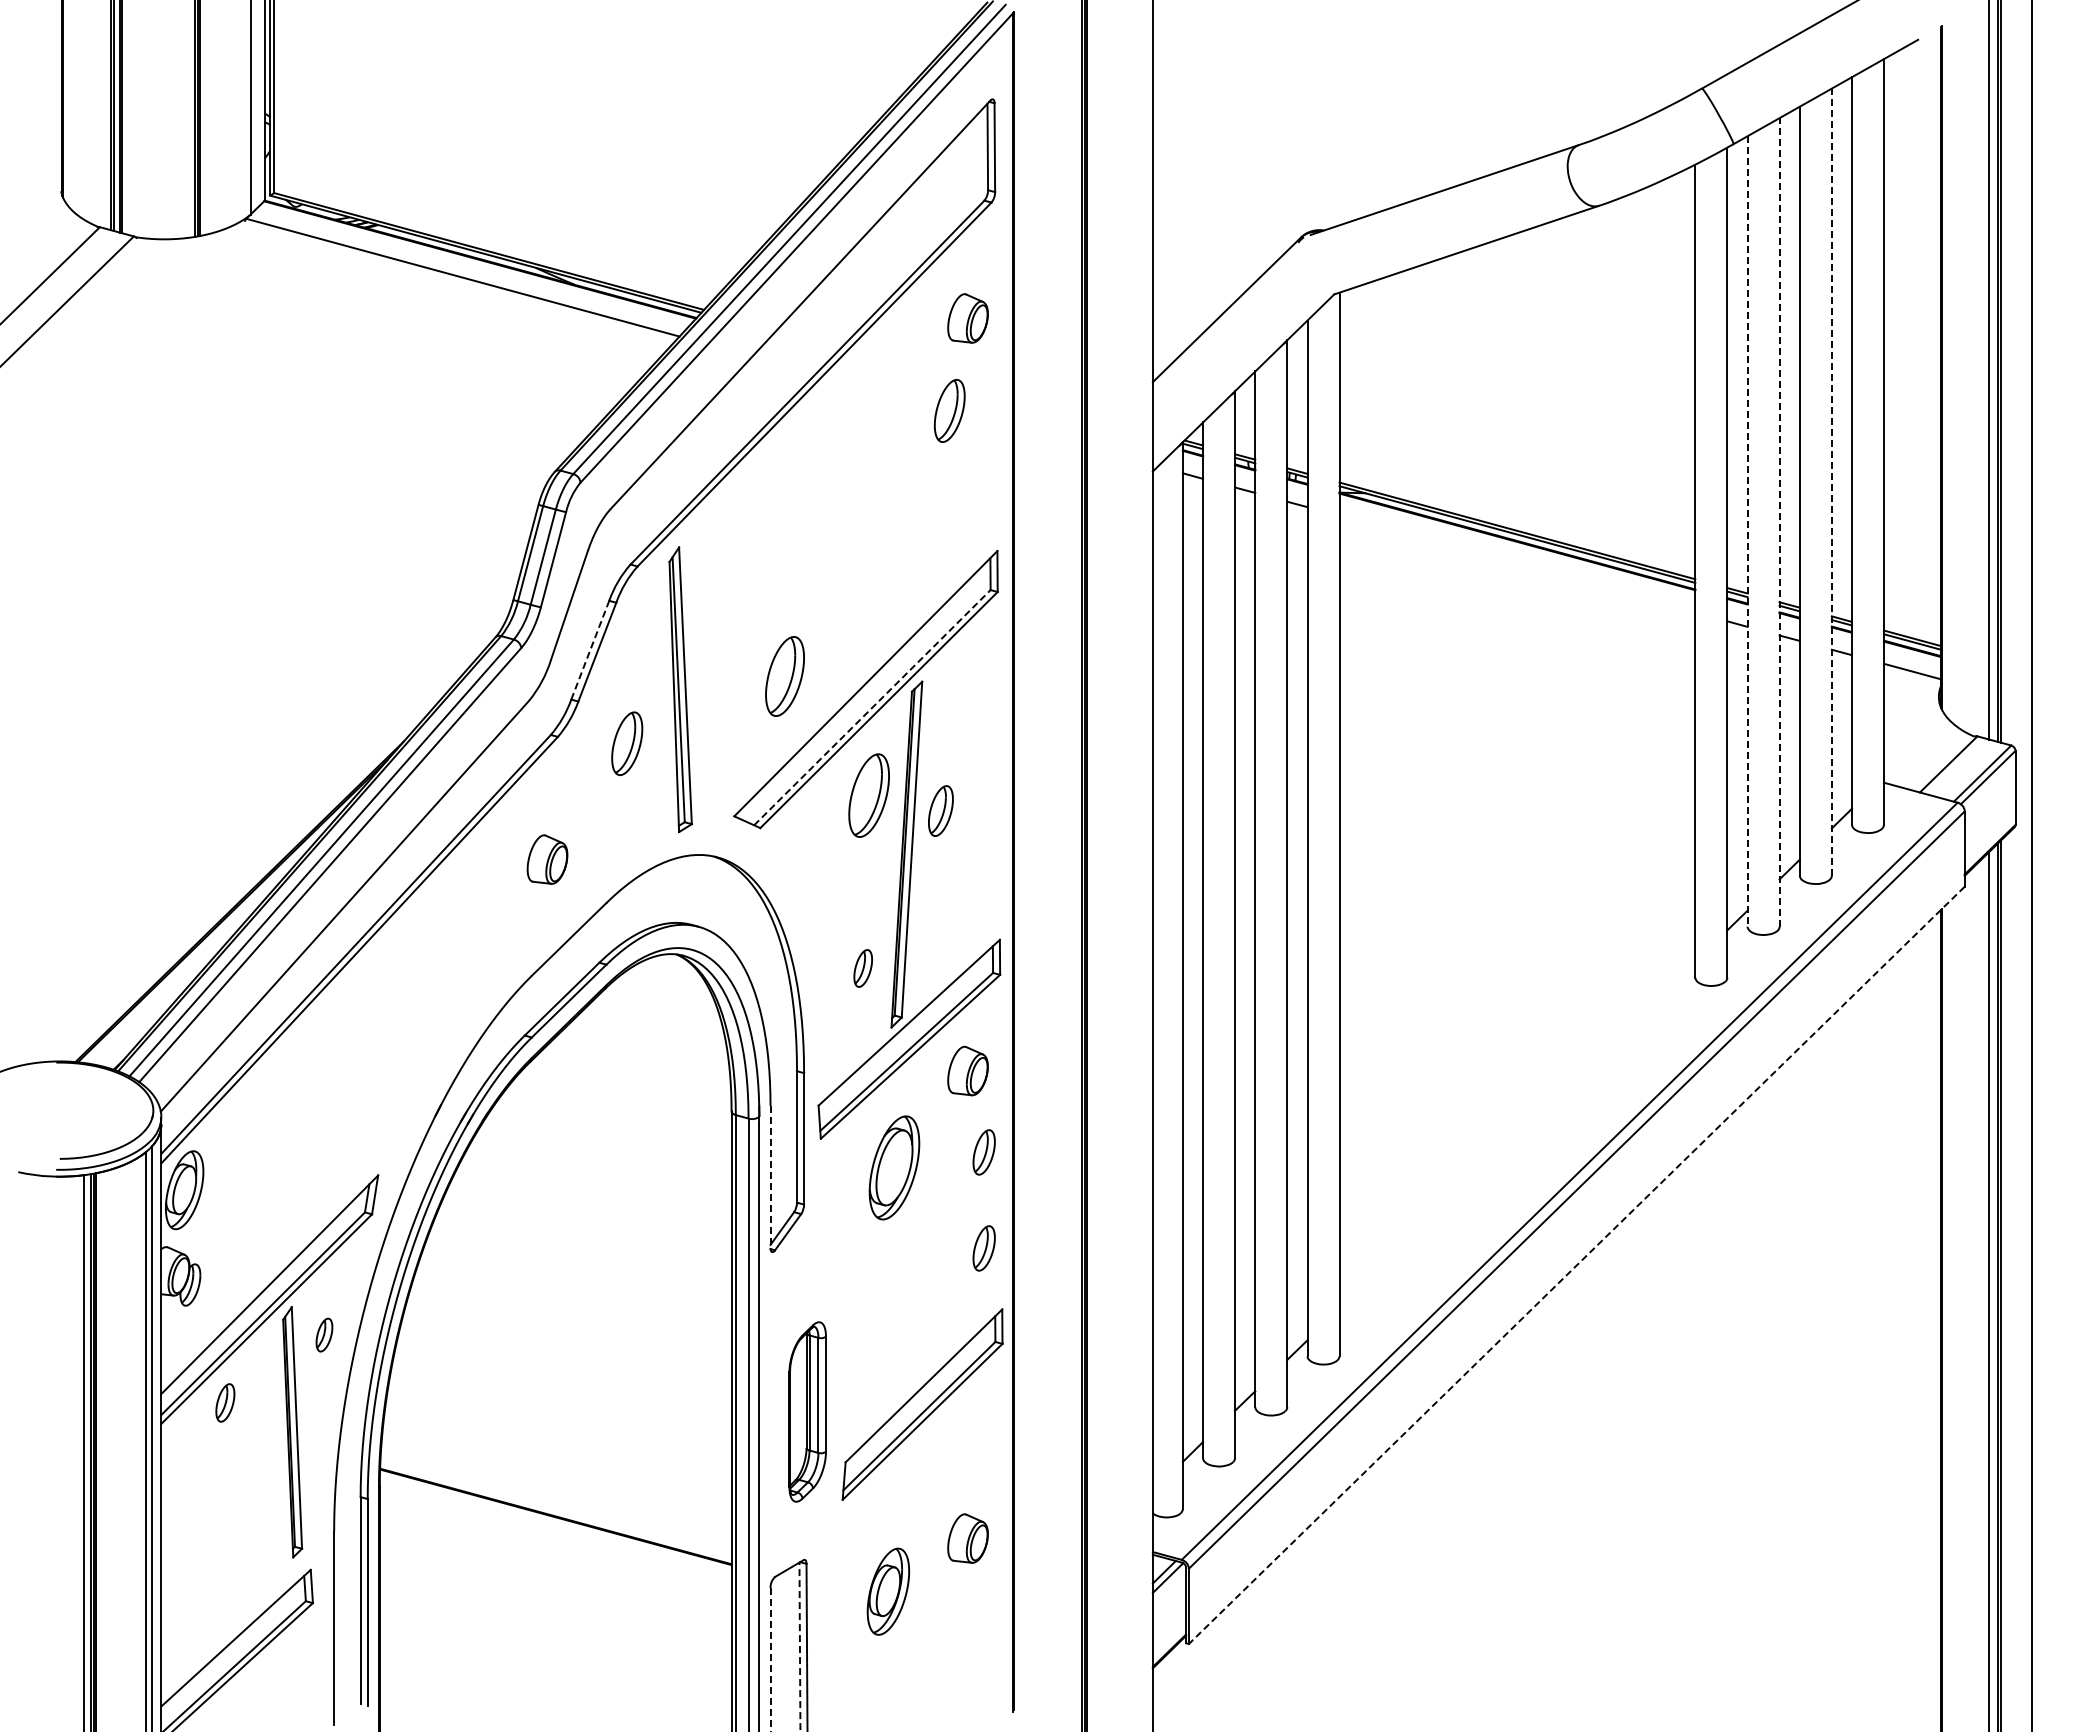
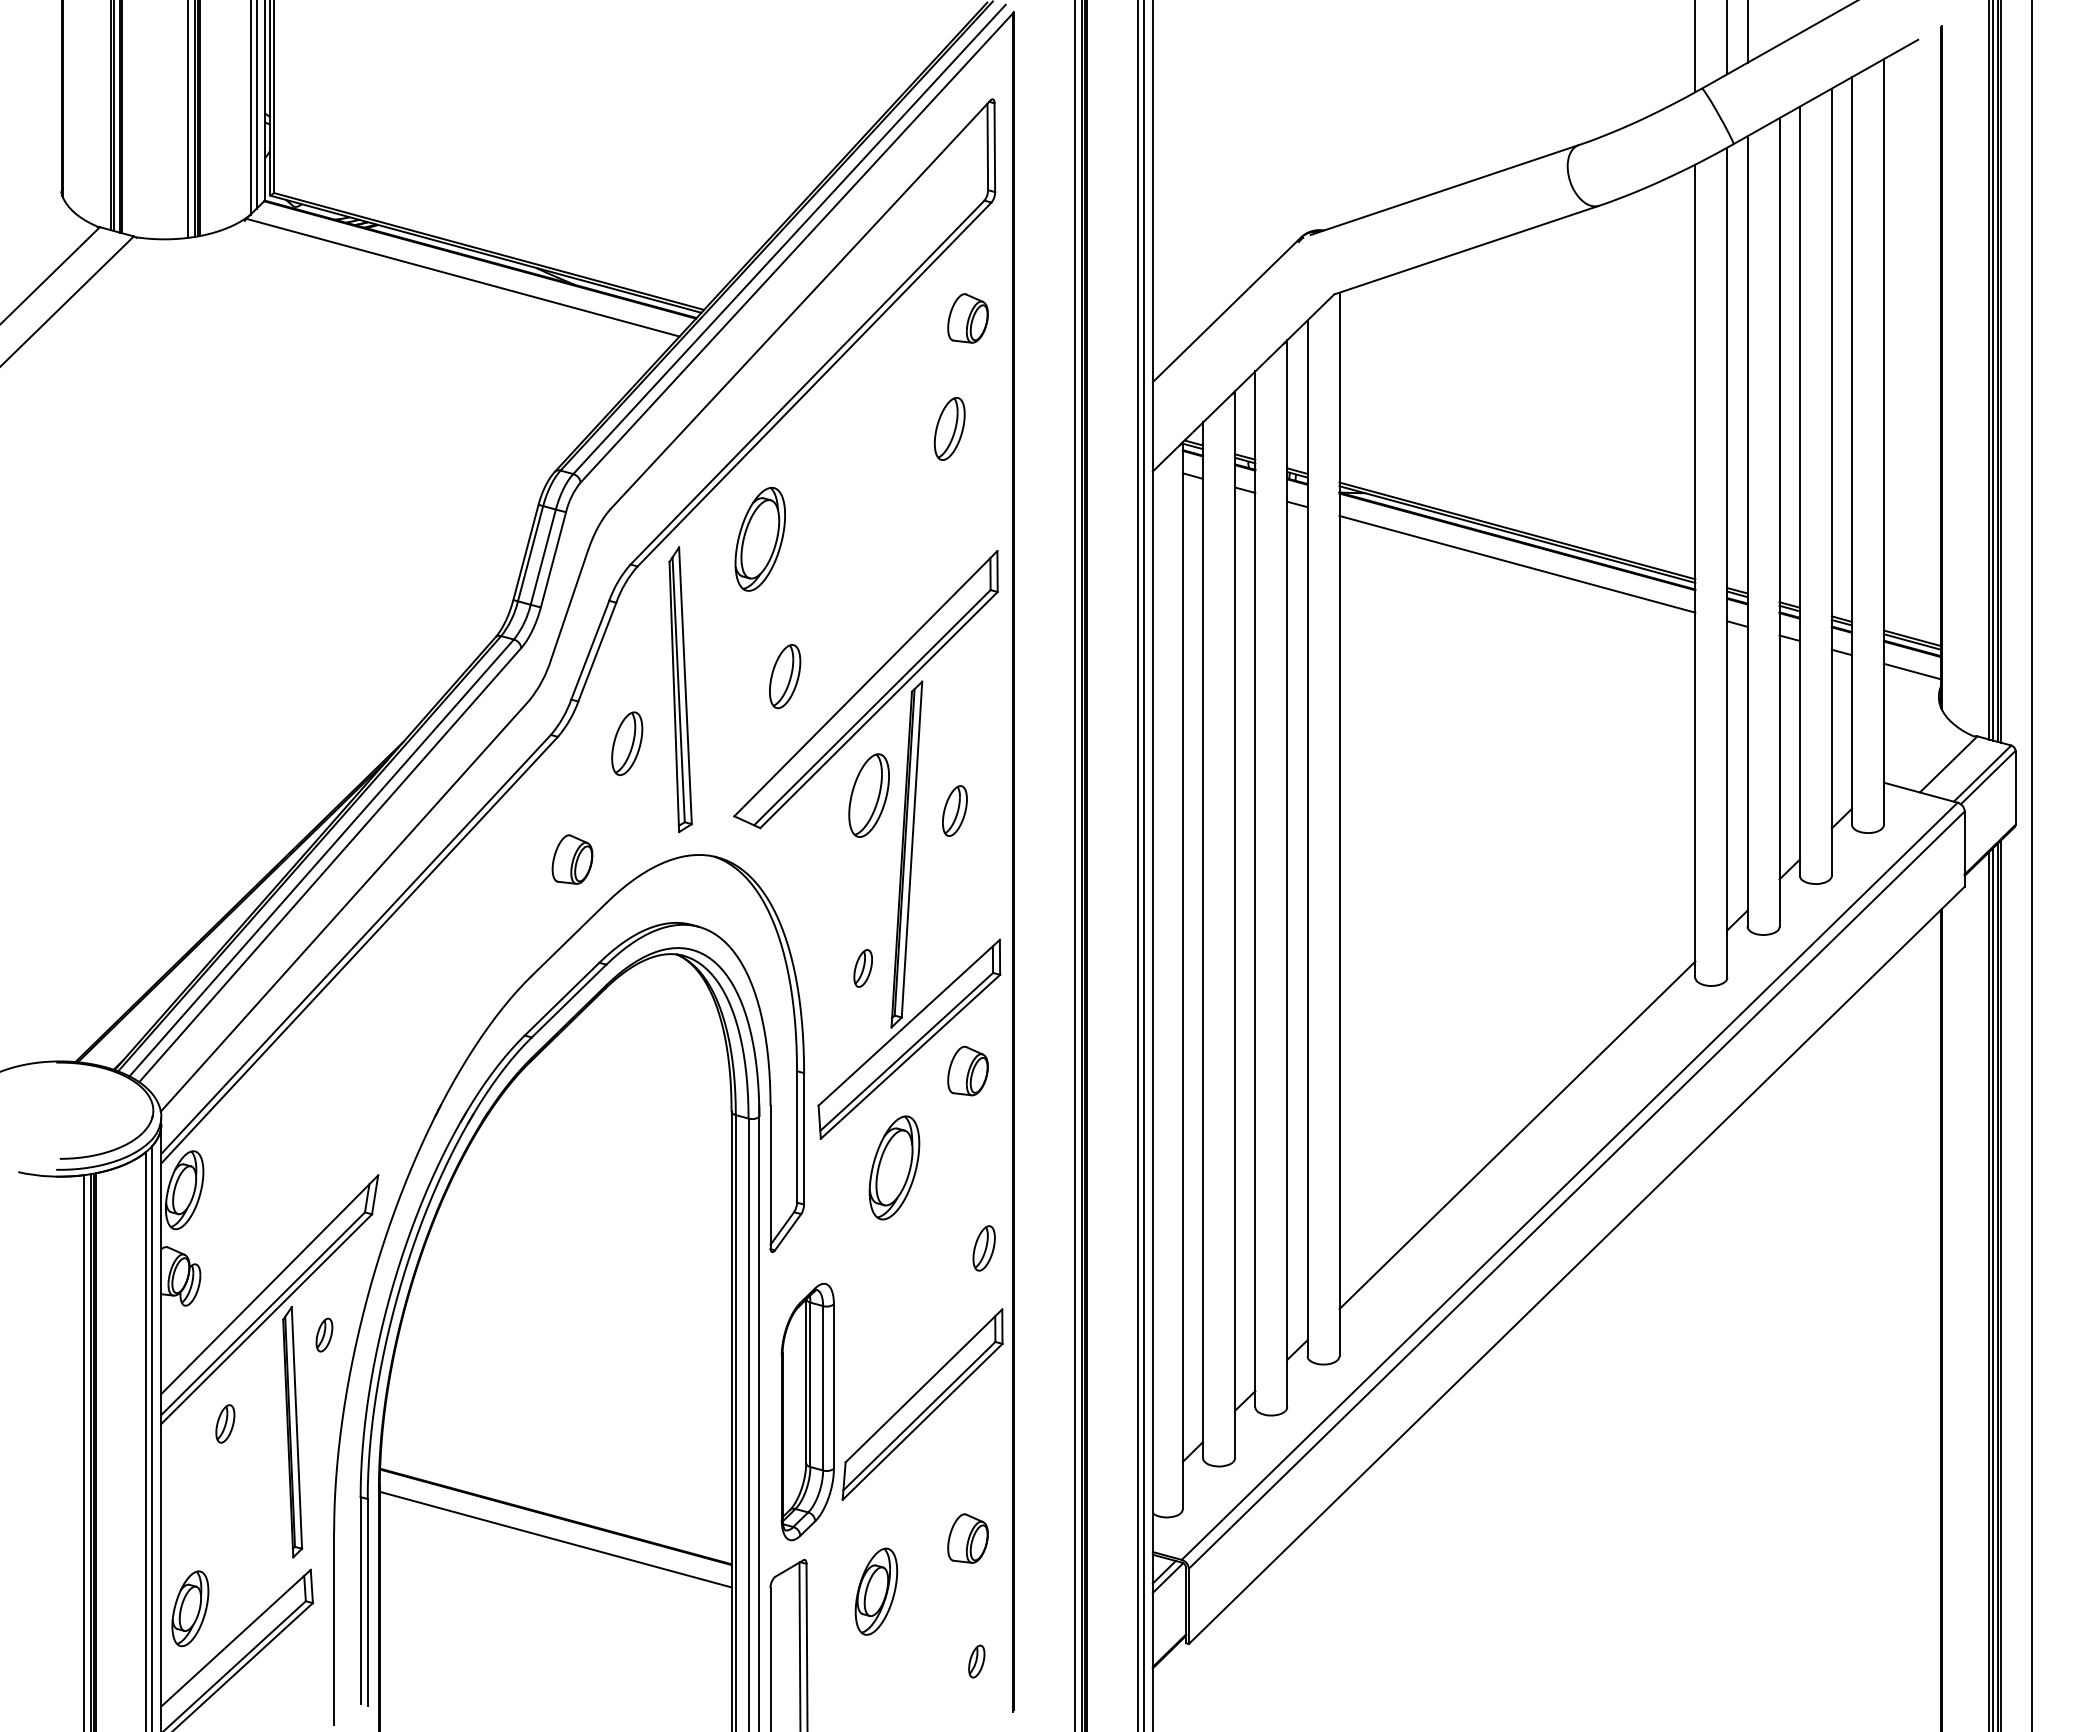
line at (1747, 32): none -> present
line at (1727, 38): none -> present
line at (1695, 47): none -> present
line at (256, 105): none -> present
line at (187, 119): none -> present
line at (1992, 371): none -> present
part at (949, 410) position: (949, 410) -> (949, 428)
line at (1831, 482): dashed -> solid
line at (1779, 521): dashed -> solid
line at (1747, 531): dashed -> solid
part at (759, 538): none -> present
line at (1517, 563): none -> present
line at (590, 650): dashed -> solid
part at (784, 676) size: 40x81 px -> 33x66 px
line at (872, 707): dashed -> solid
part at (940, 810) position: (940, 810) -> (954, 810)
part at (547, 859) position: (547, 859) -> (572, 859)
line at (1075, 865): none -> present
line at (1137, 865): none -> present
line at (1143, 865): none -> present
line at (1517, 1135): none -> present
part at (983, 1152): present -> none
line at (770, 1177): dashed -> solid
line at (1576, 1265): dashed -> solid
line at (1992, 1288): none -> present
part at (225, 1402) position: (225, 1402) -> (225, 1423)
part at (807, 1411) size: 39x182 px -> 55x260 px
line at (555, 1539): none -> present
part at (888, 1591) position: (888, 1591) -> (876, 1591)
part at (190, 1608): none -> present
line at (799, 1646): dashed -> solid
line at (770, 1659): dashed -> solid
part at (976, 1661): none -> present
